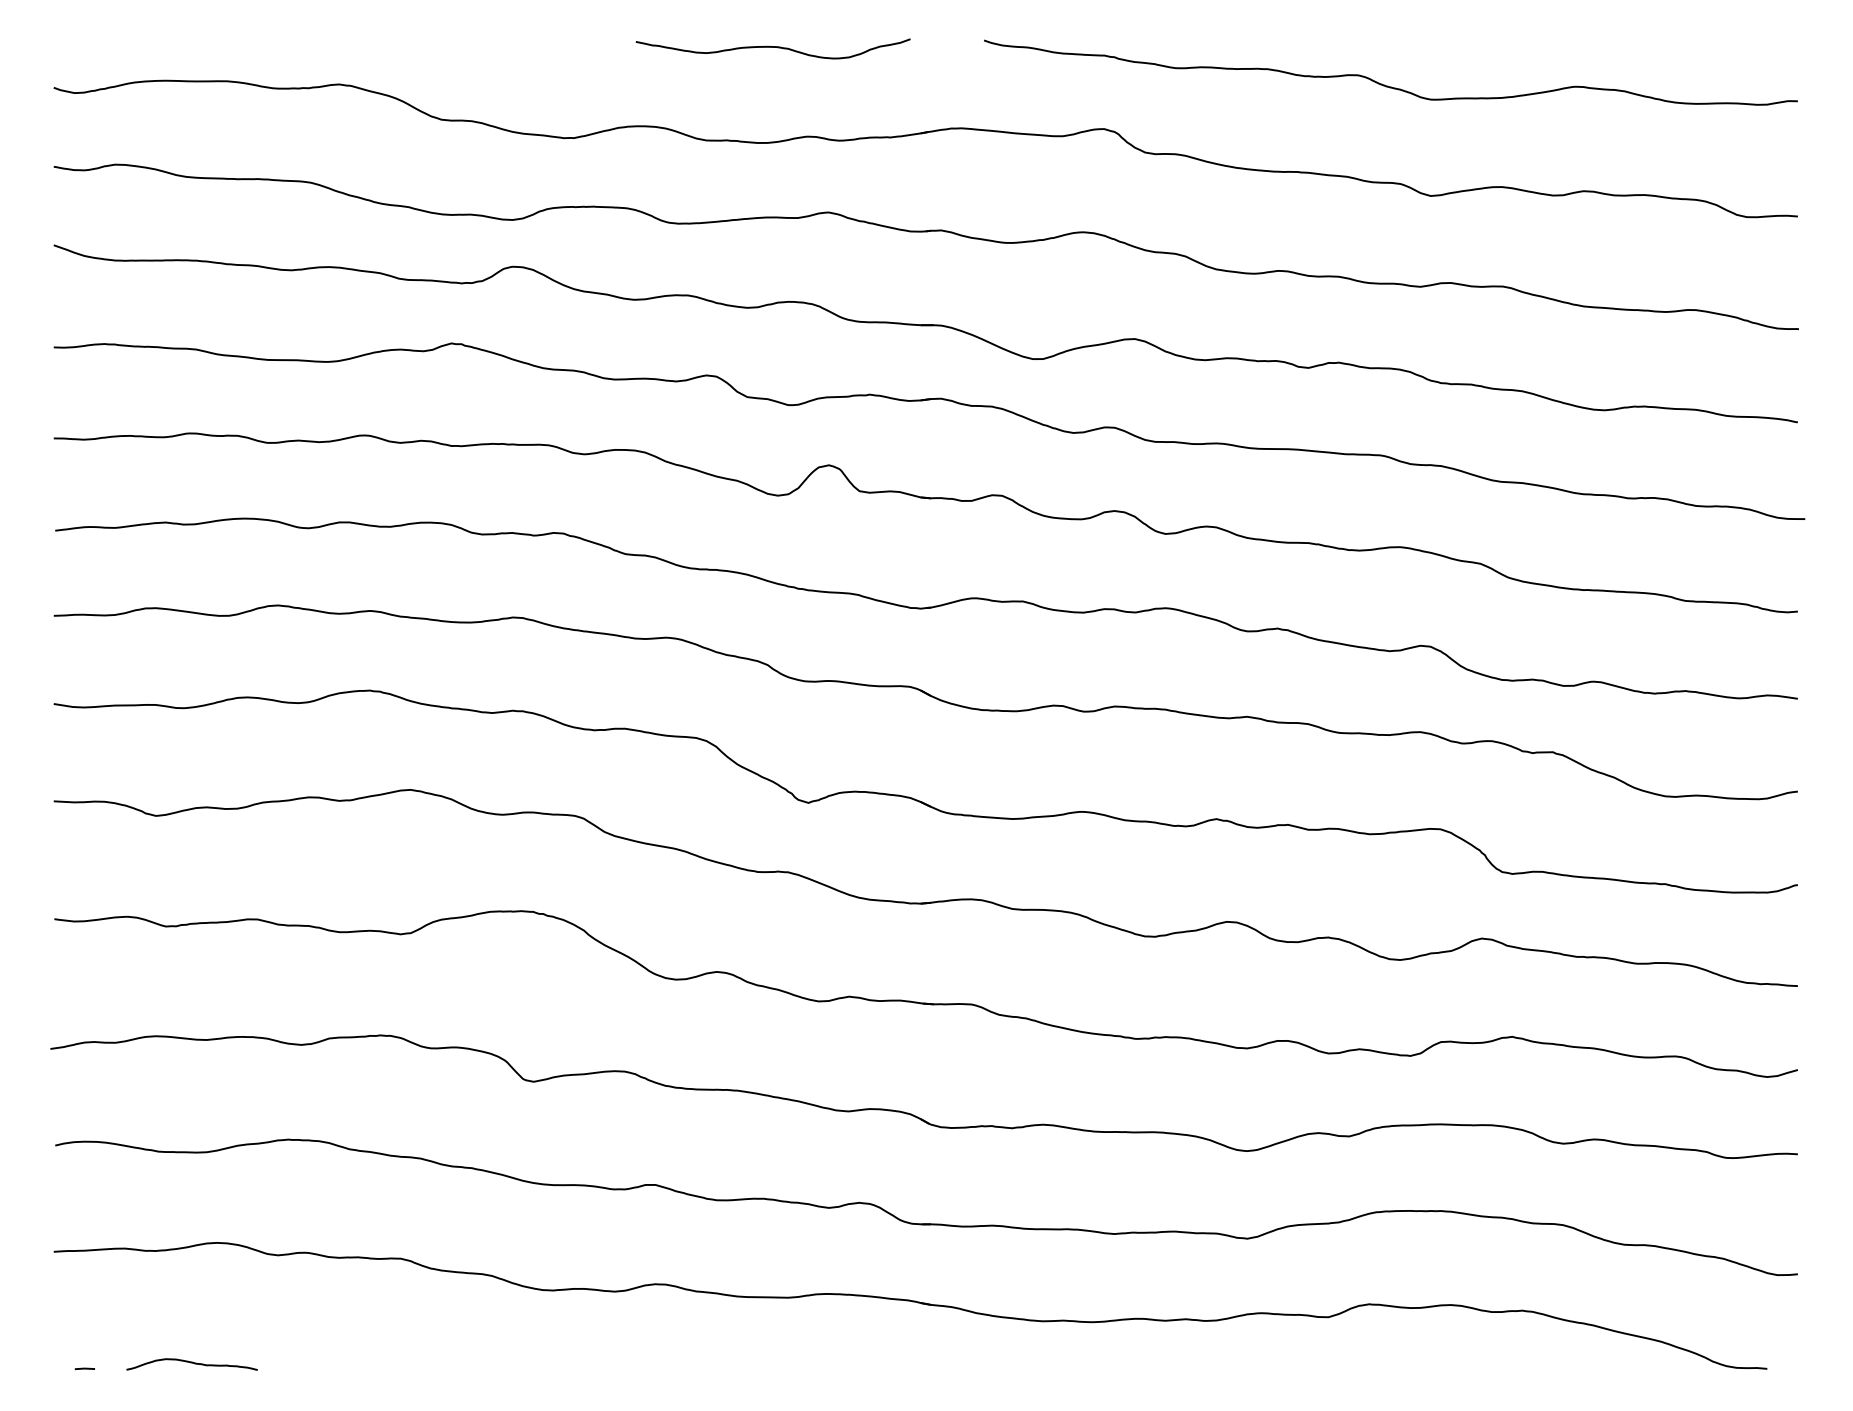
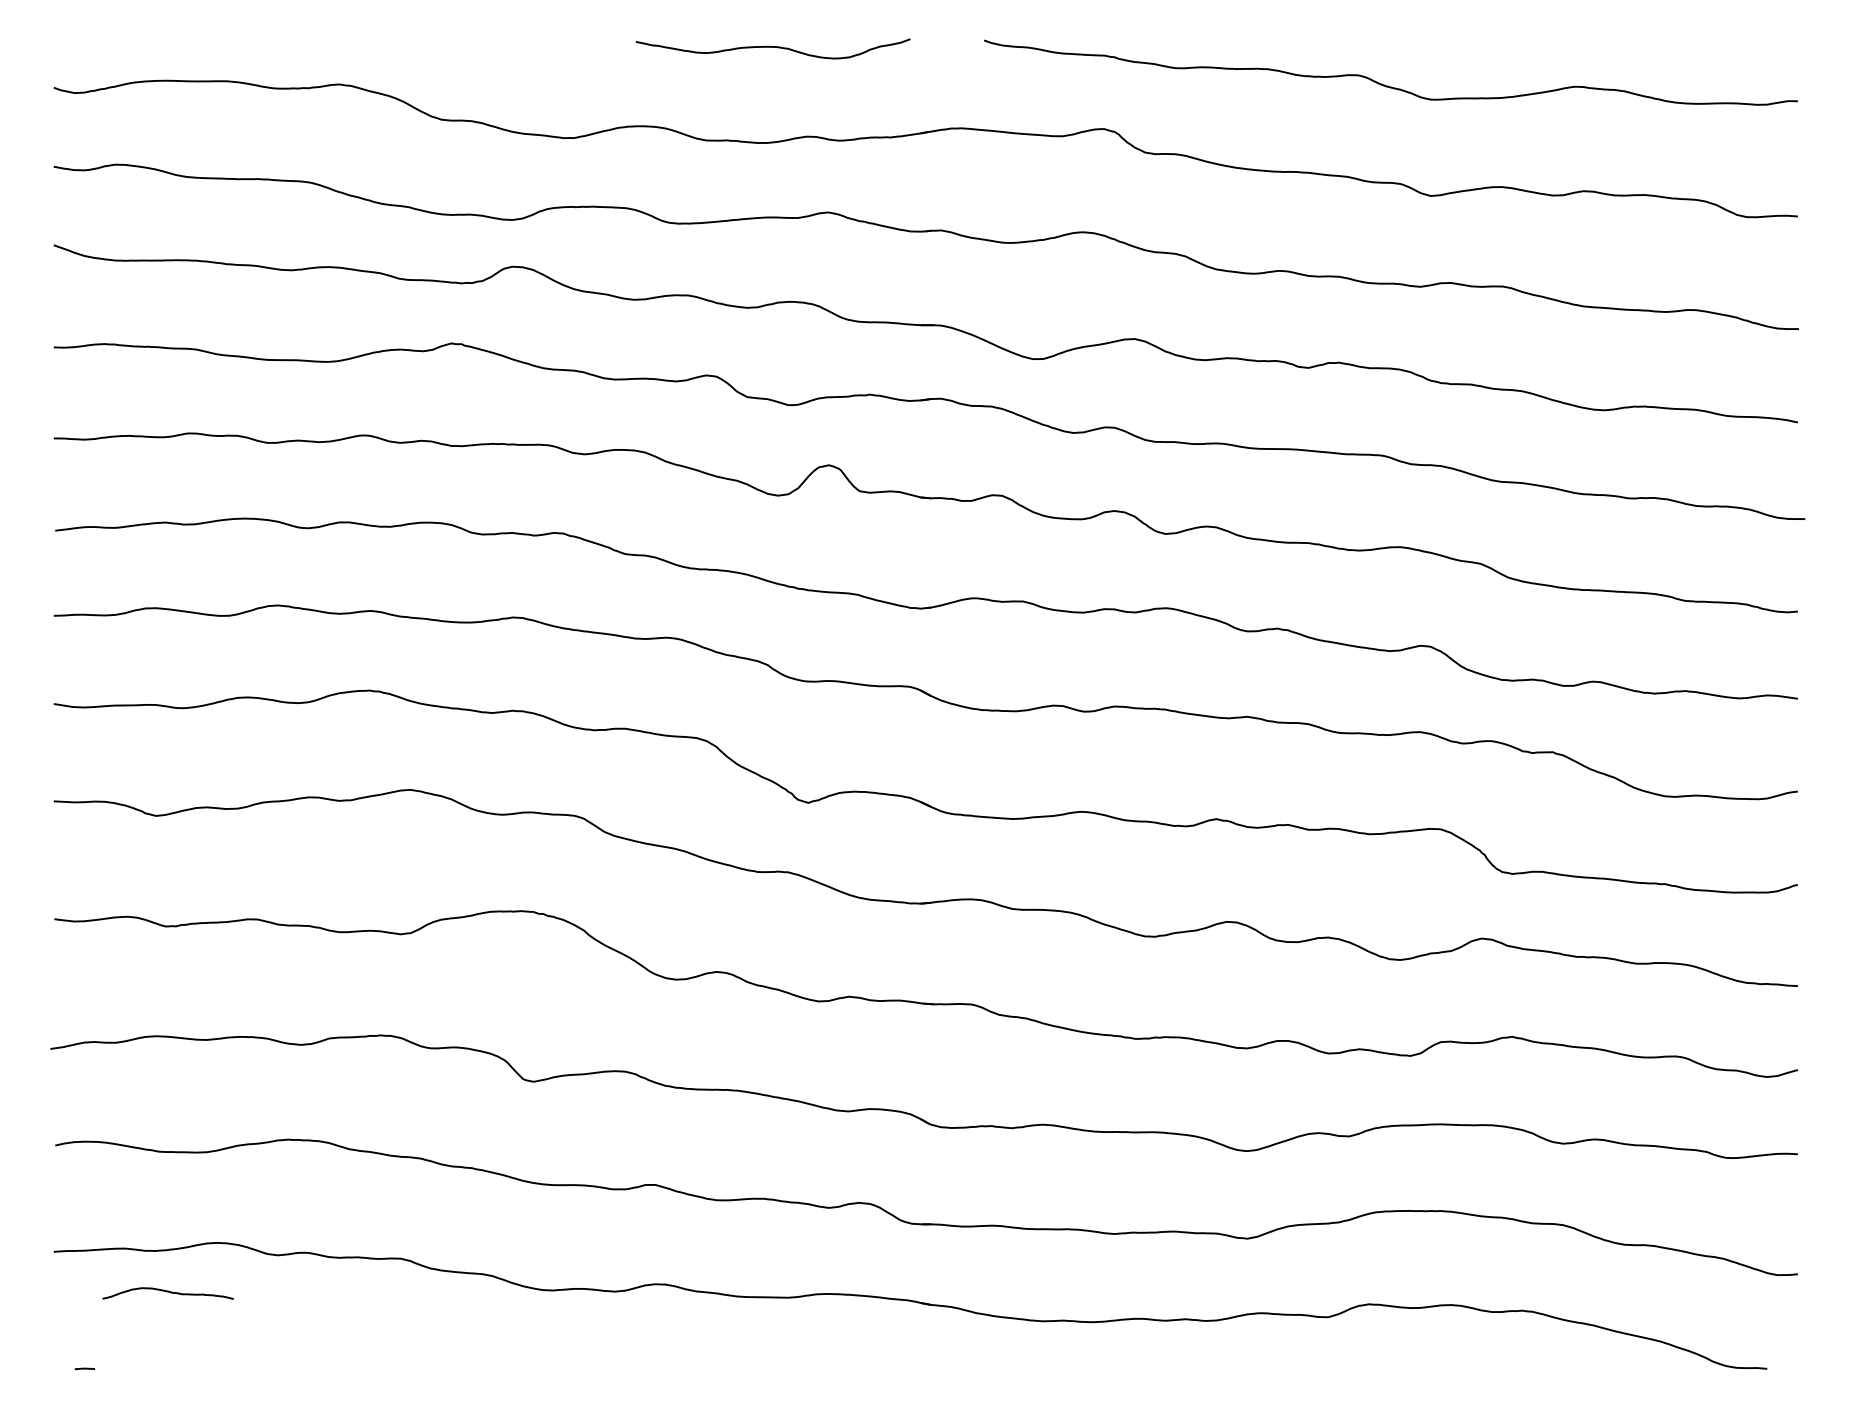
curve at (191, 1363) position: (191, 1363) -> (167, 1292)
